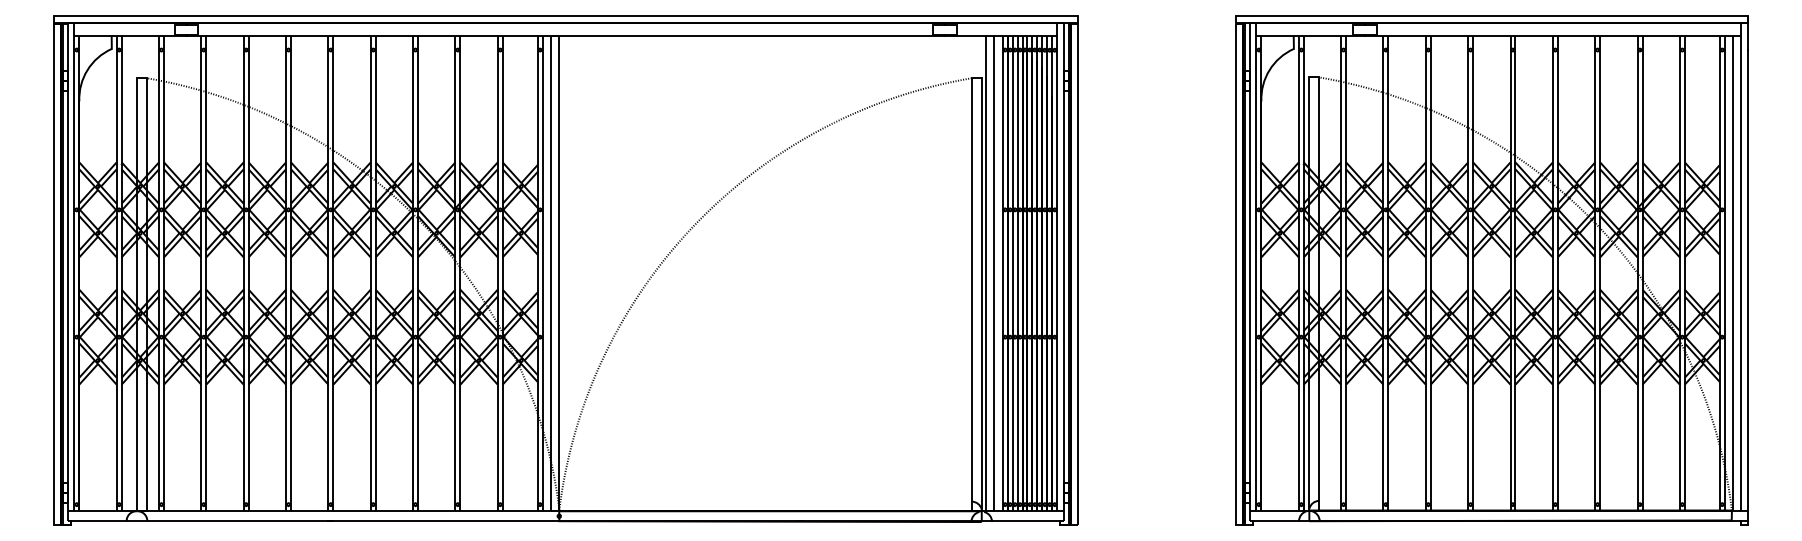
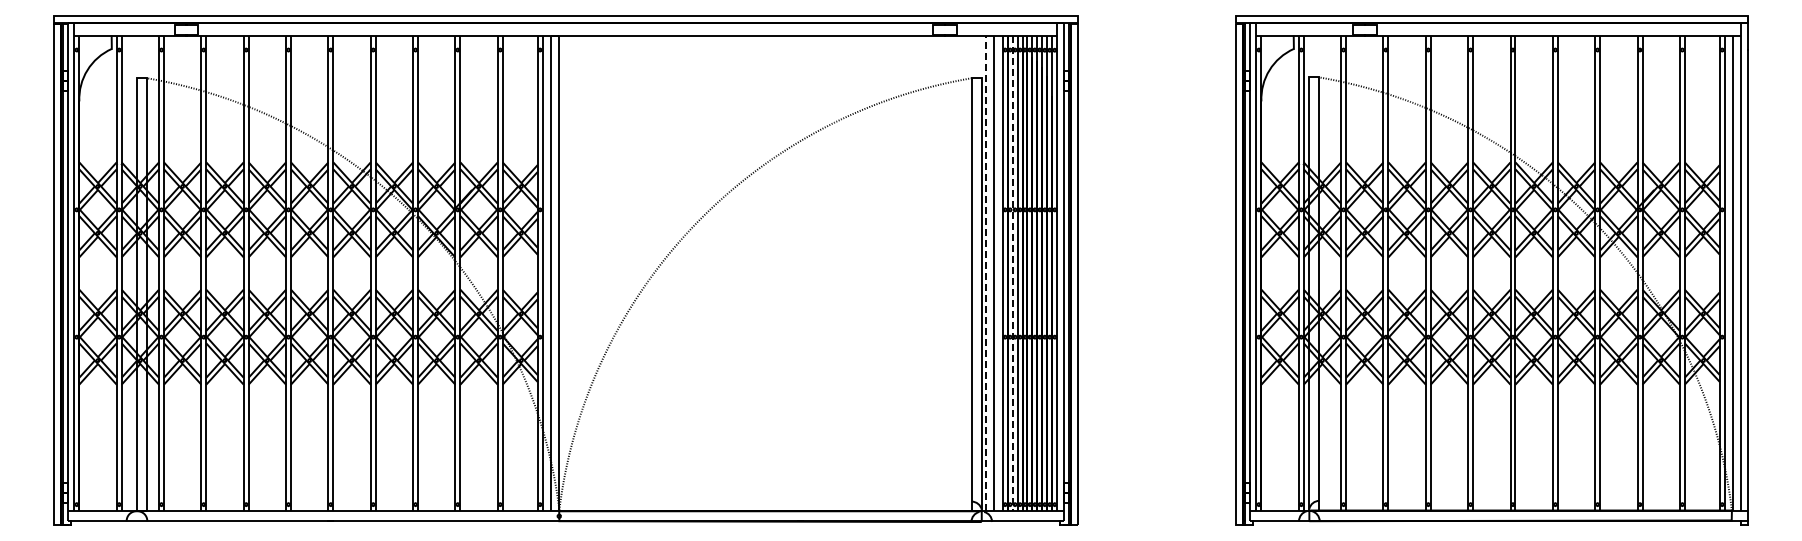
line at (986, 273): solid -> dashed
line at (1012, 274): solid -> dashed
